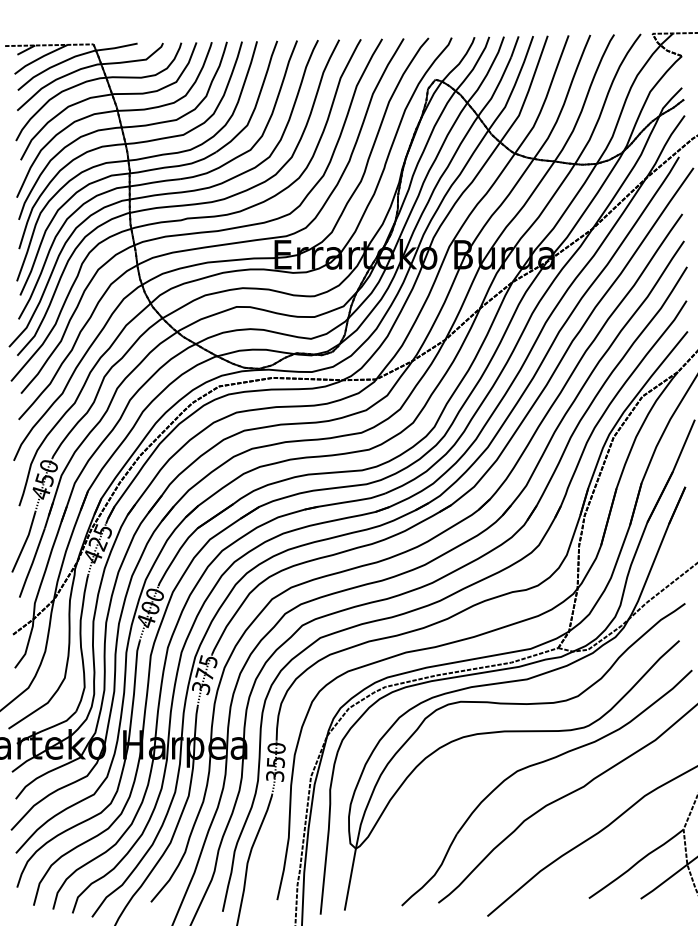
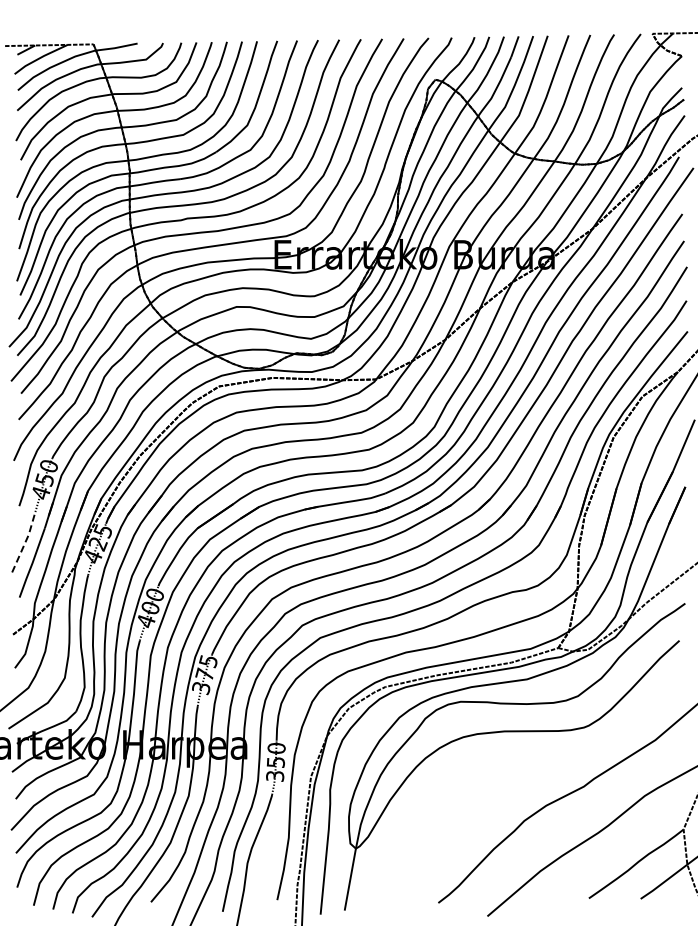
line at (25, 541): solid -> dashed
part at (538, 764): present -> none
